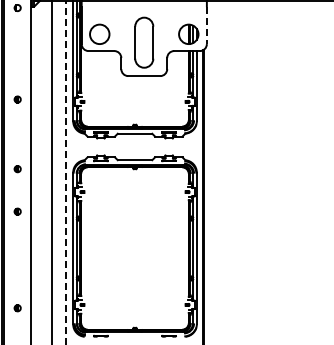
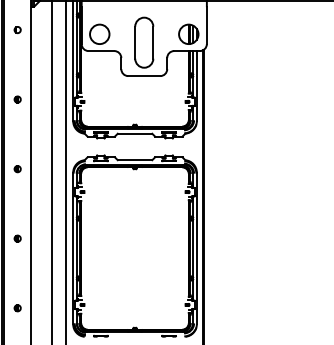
part at (17, 8) position: (17, 8) -> (17, 30)
line at (206, 26): dashed -> solid
line at (66, 172): dashed -> solid
part at (17, 211) position: (17, 211) -> (17, 238)
